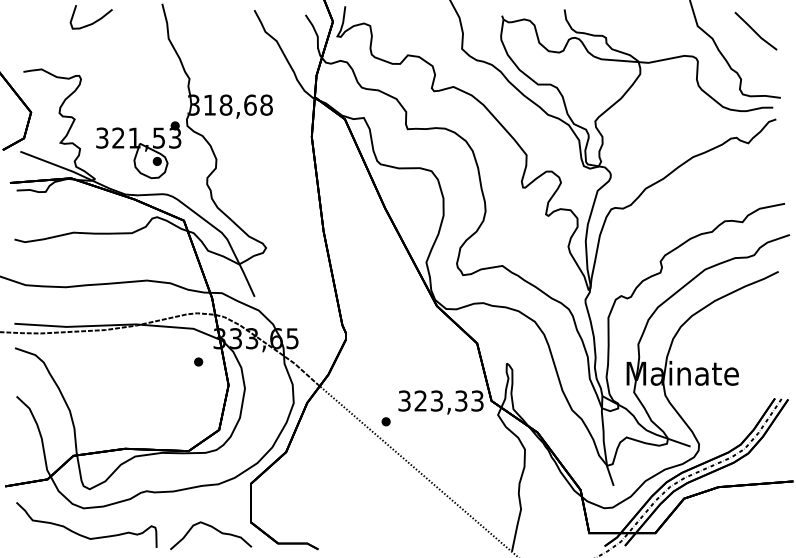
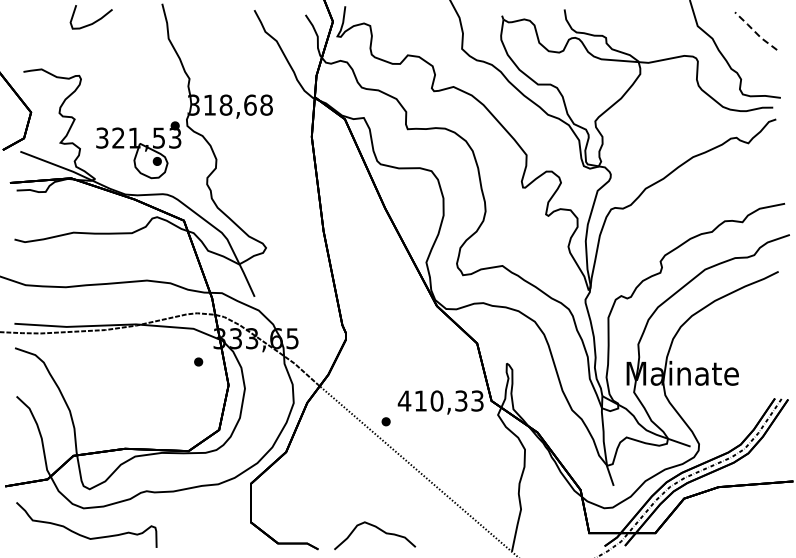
line at (754, 31): solid -> dashed
text at (420, 400): 323,33 -> 410,33
curve at (215, 530) position: (215, 530) -> (379, 530)
